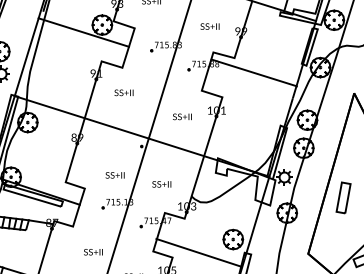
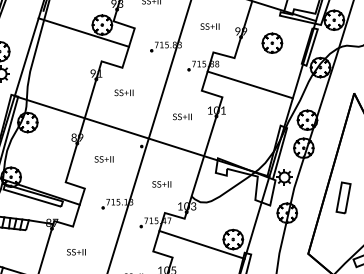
part at (272, 42): none -> present
line at (253, 72) position: (253, 72) -> (249, 84)
text at (114, 175) position: (114, 175) -> (103, 159)
text at (93, 252) position: (93, 252) -> (76, 252)
line at (198, 252) position: (198, 252) -> (201, 244)
